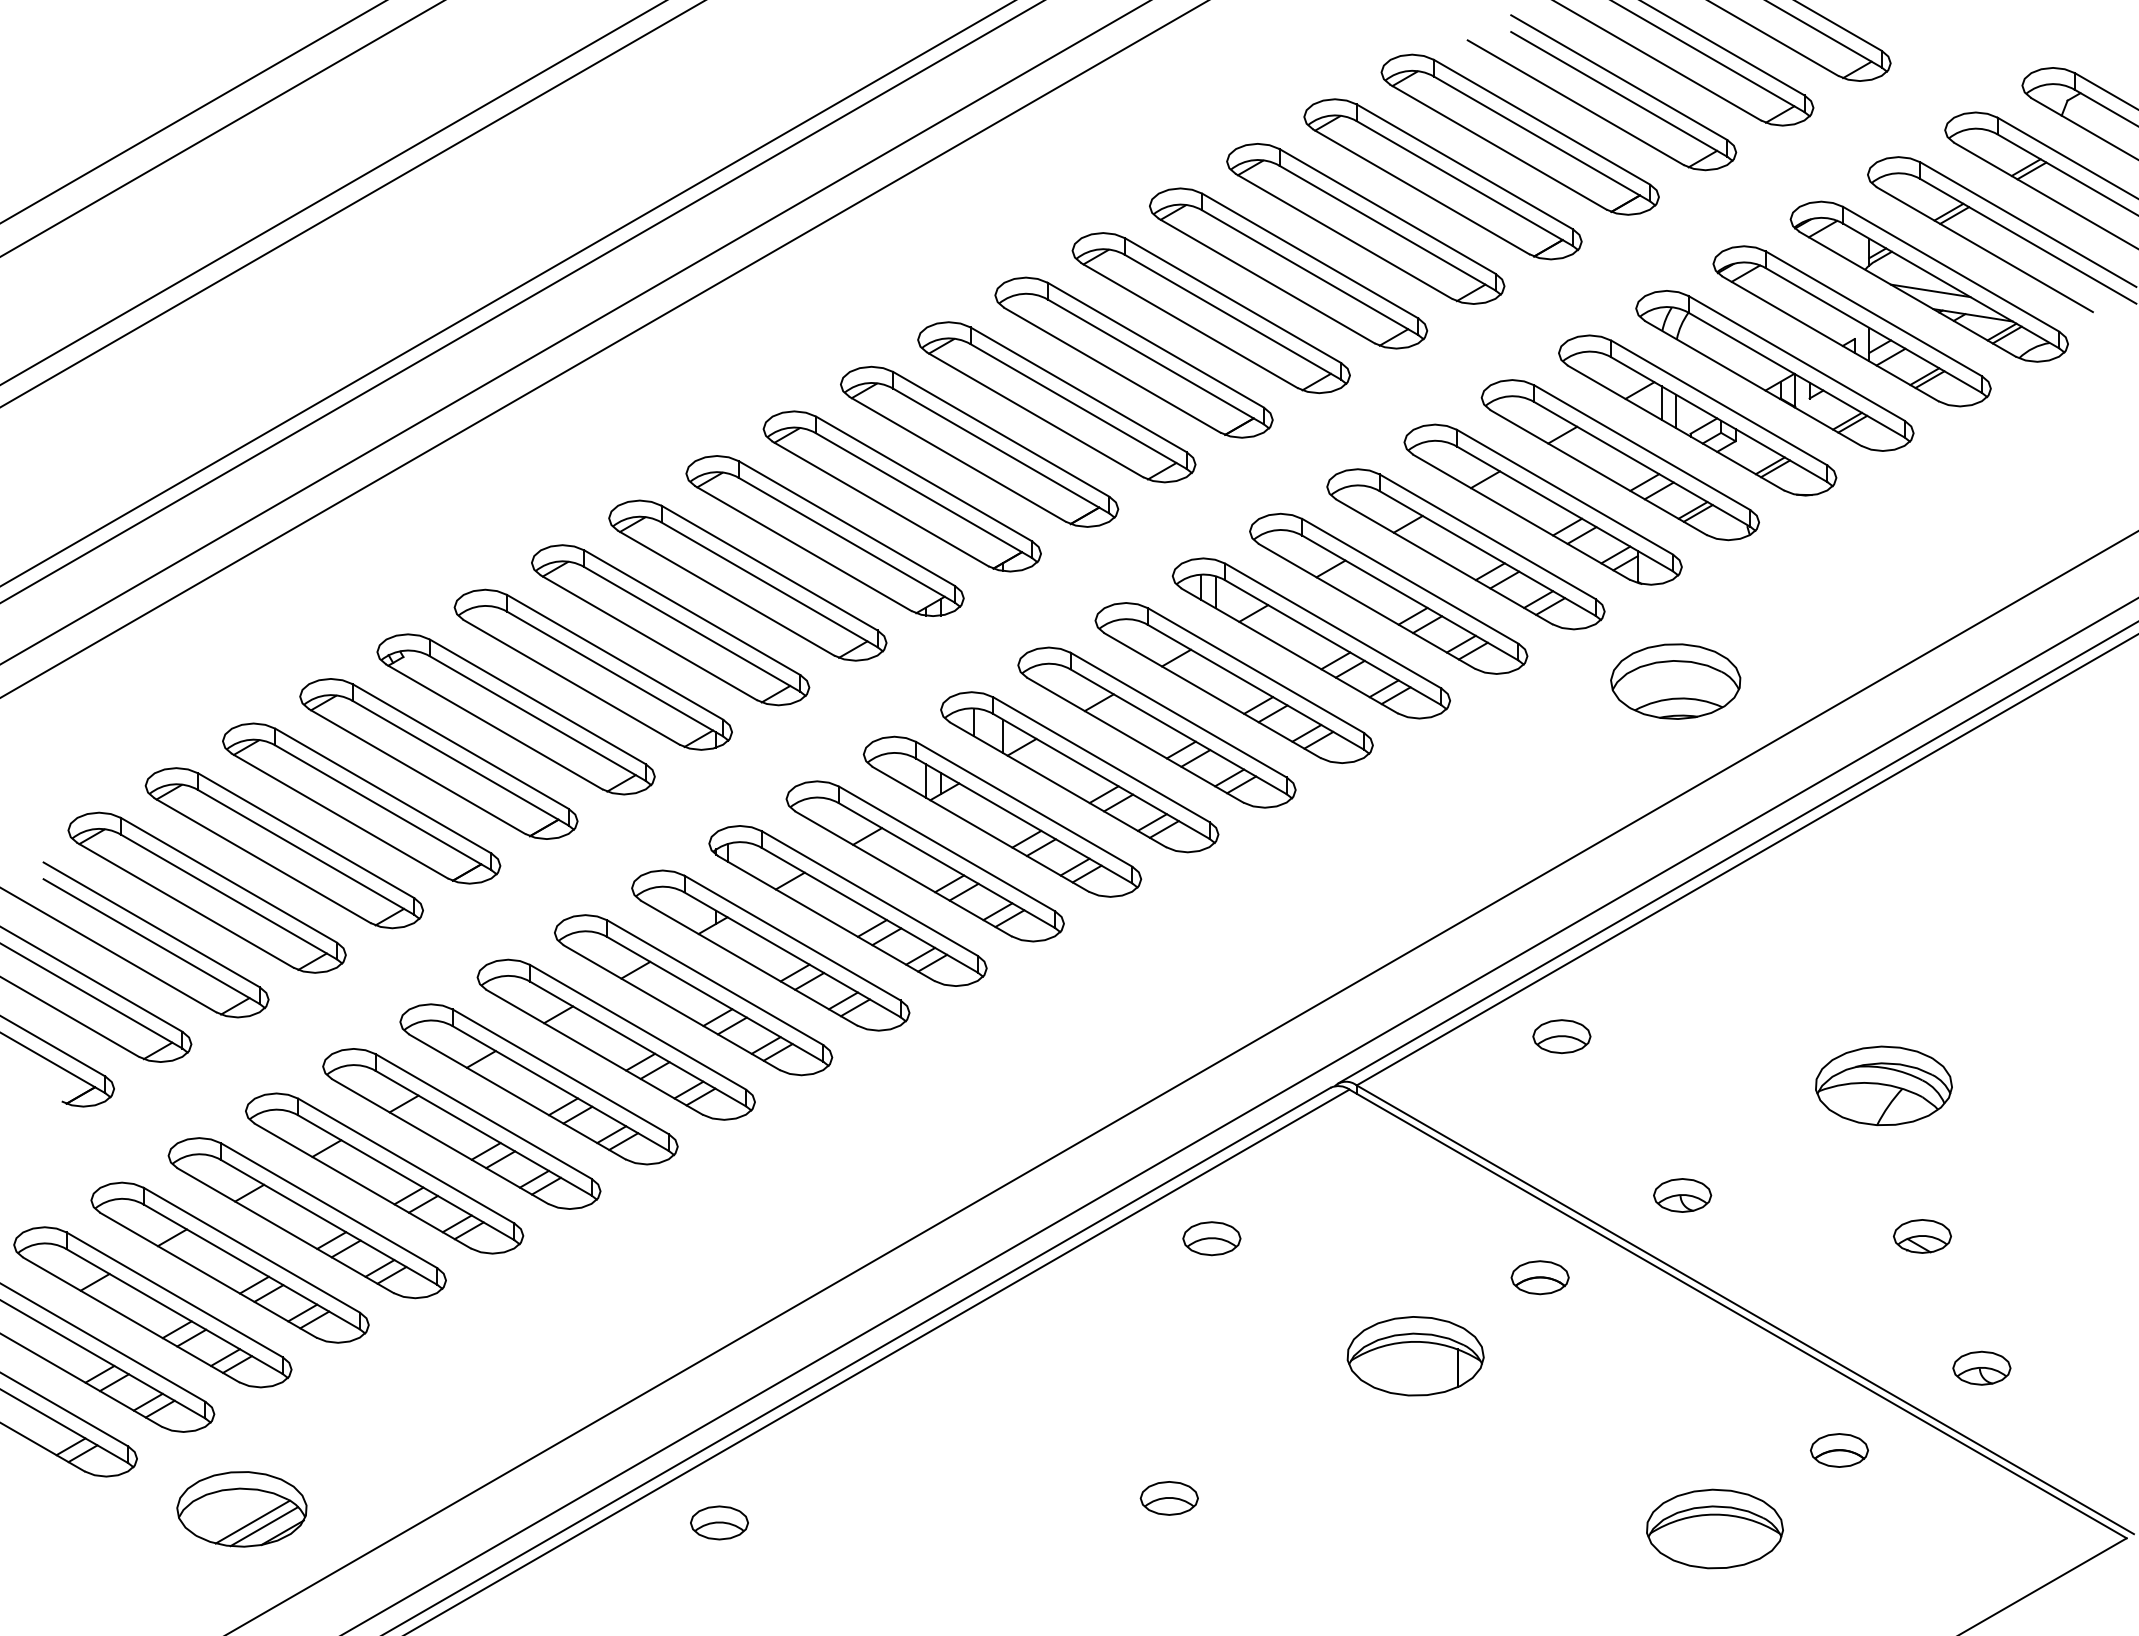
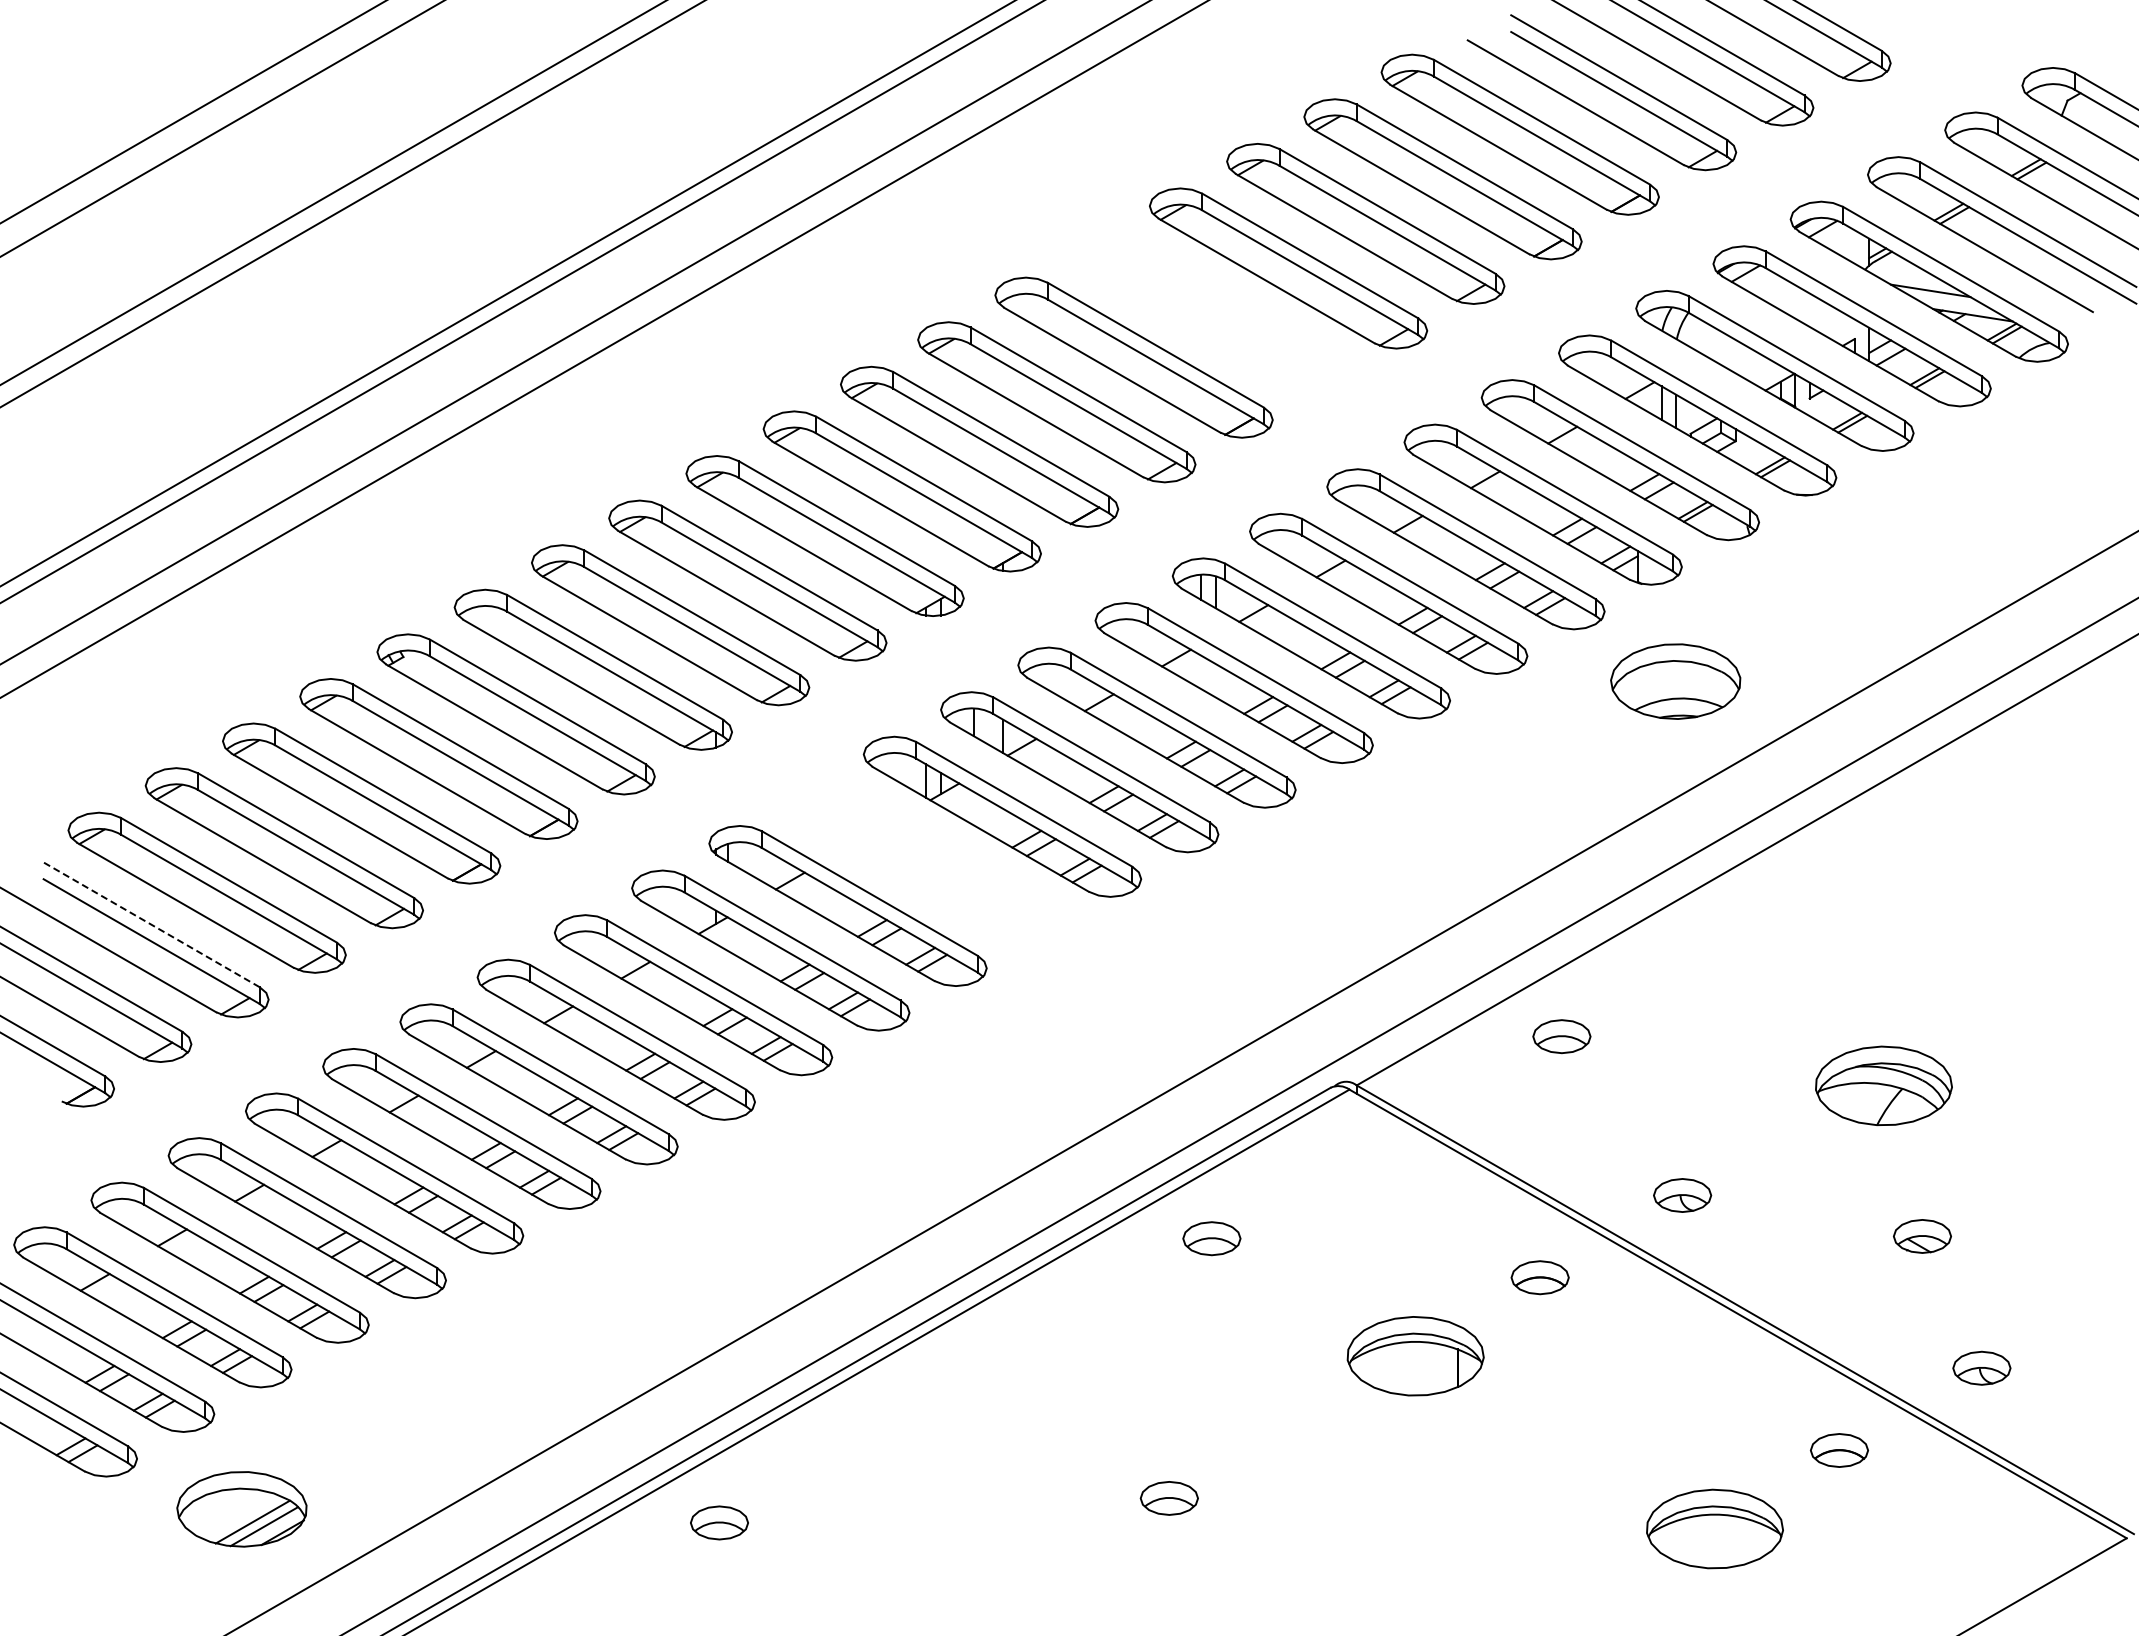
part at (1210, 313): present -> none
line at (1736, 853): present -> none
part at (924, 861): present -> none
line at (151, 924): solid -> dashed
